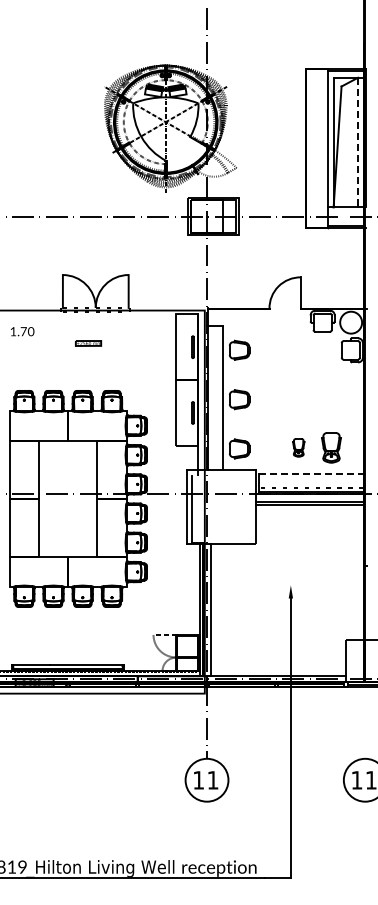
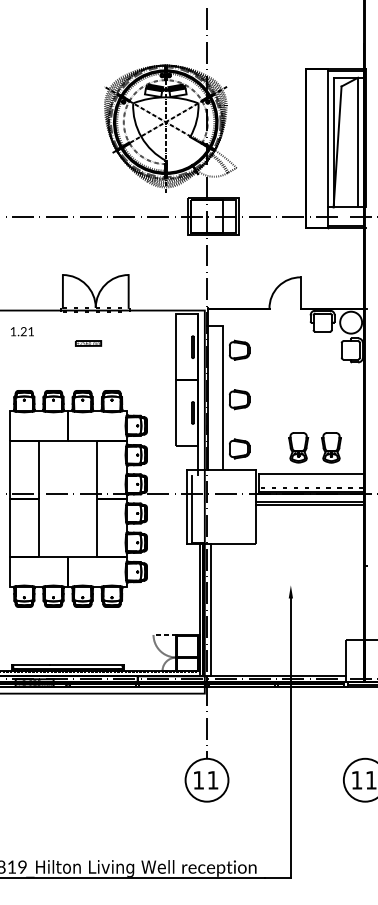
line at (358, 142): dashed -> solid
text at (27, 331): 1.70 -> 1.21
part at (298, 447) size: 14x20 px -> 22x32 px
line at (311, 473): dashed -> solid
